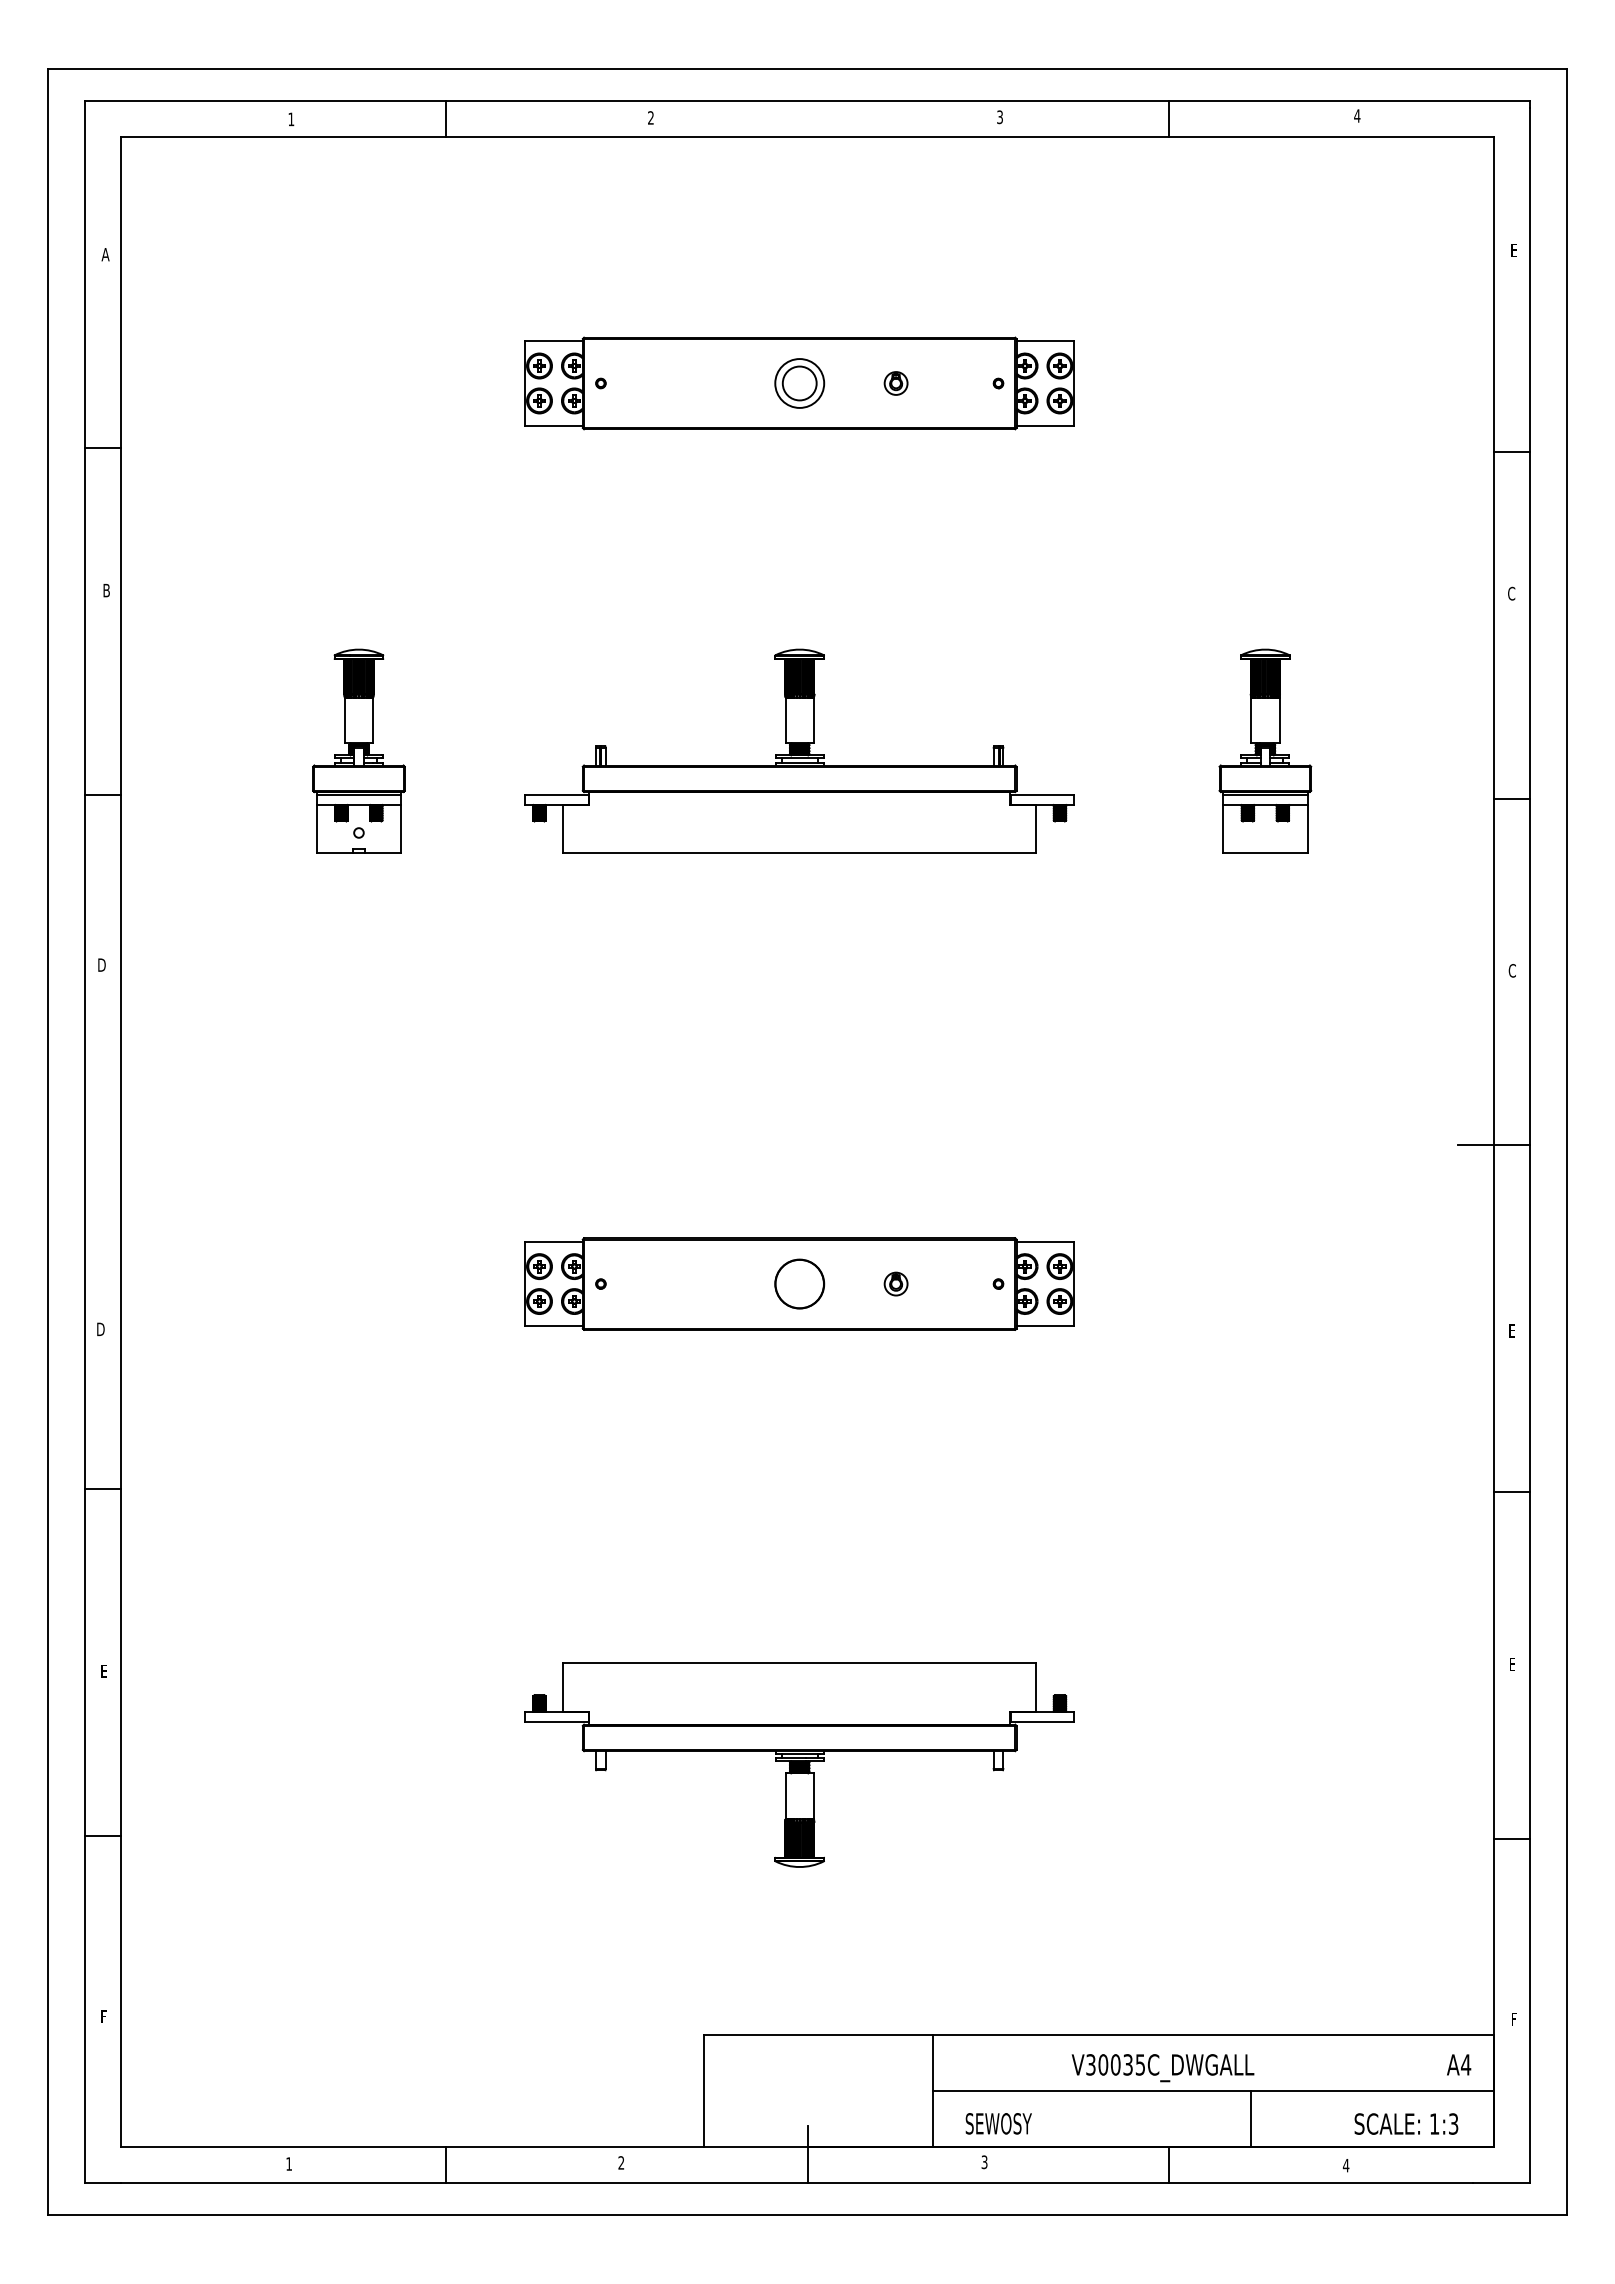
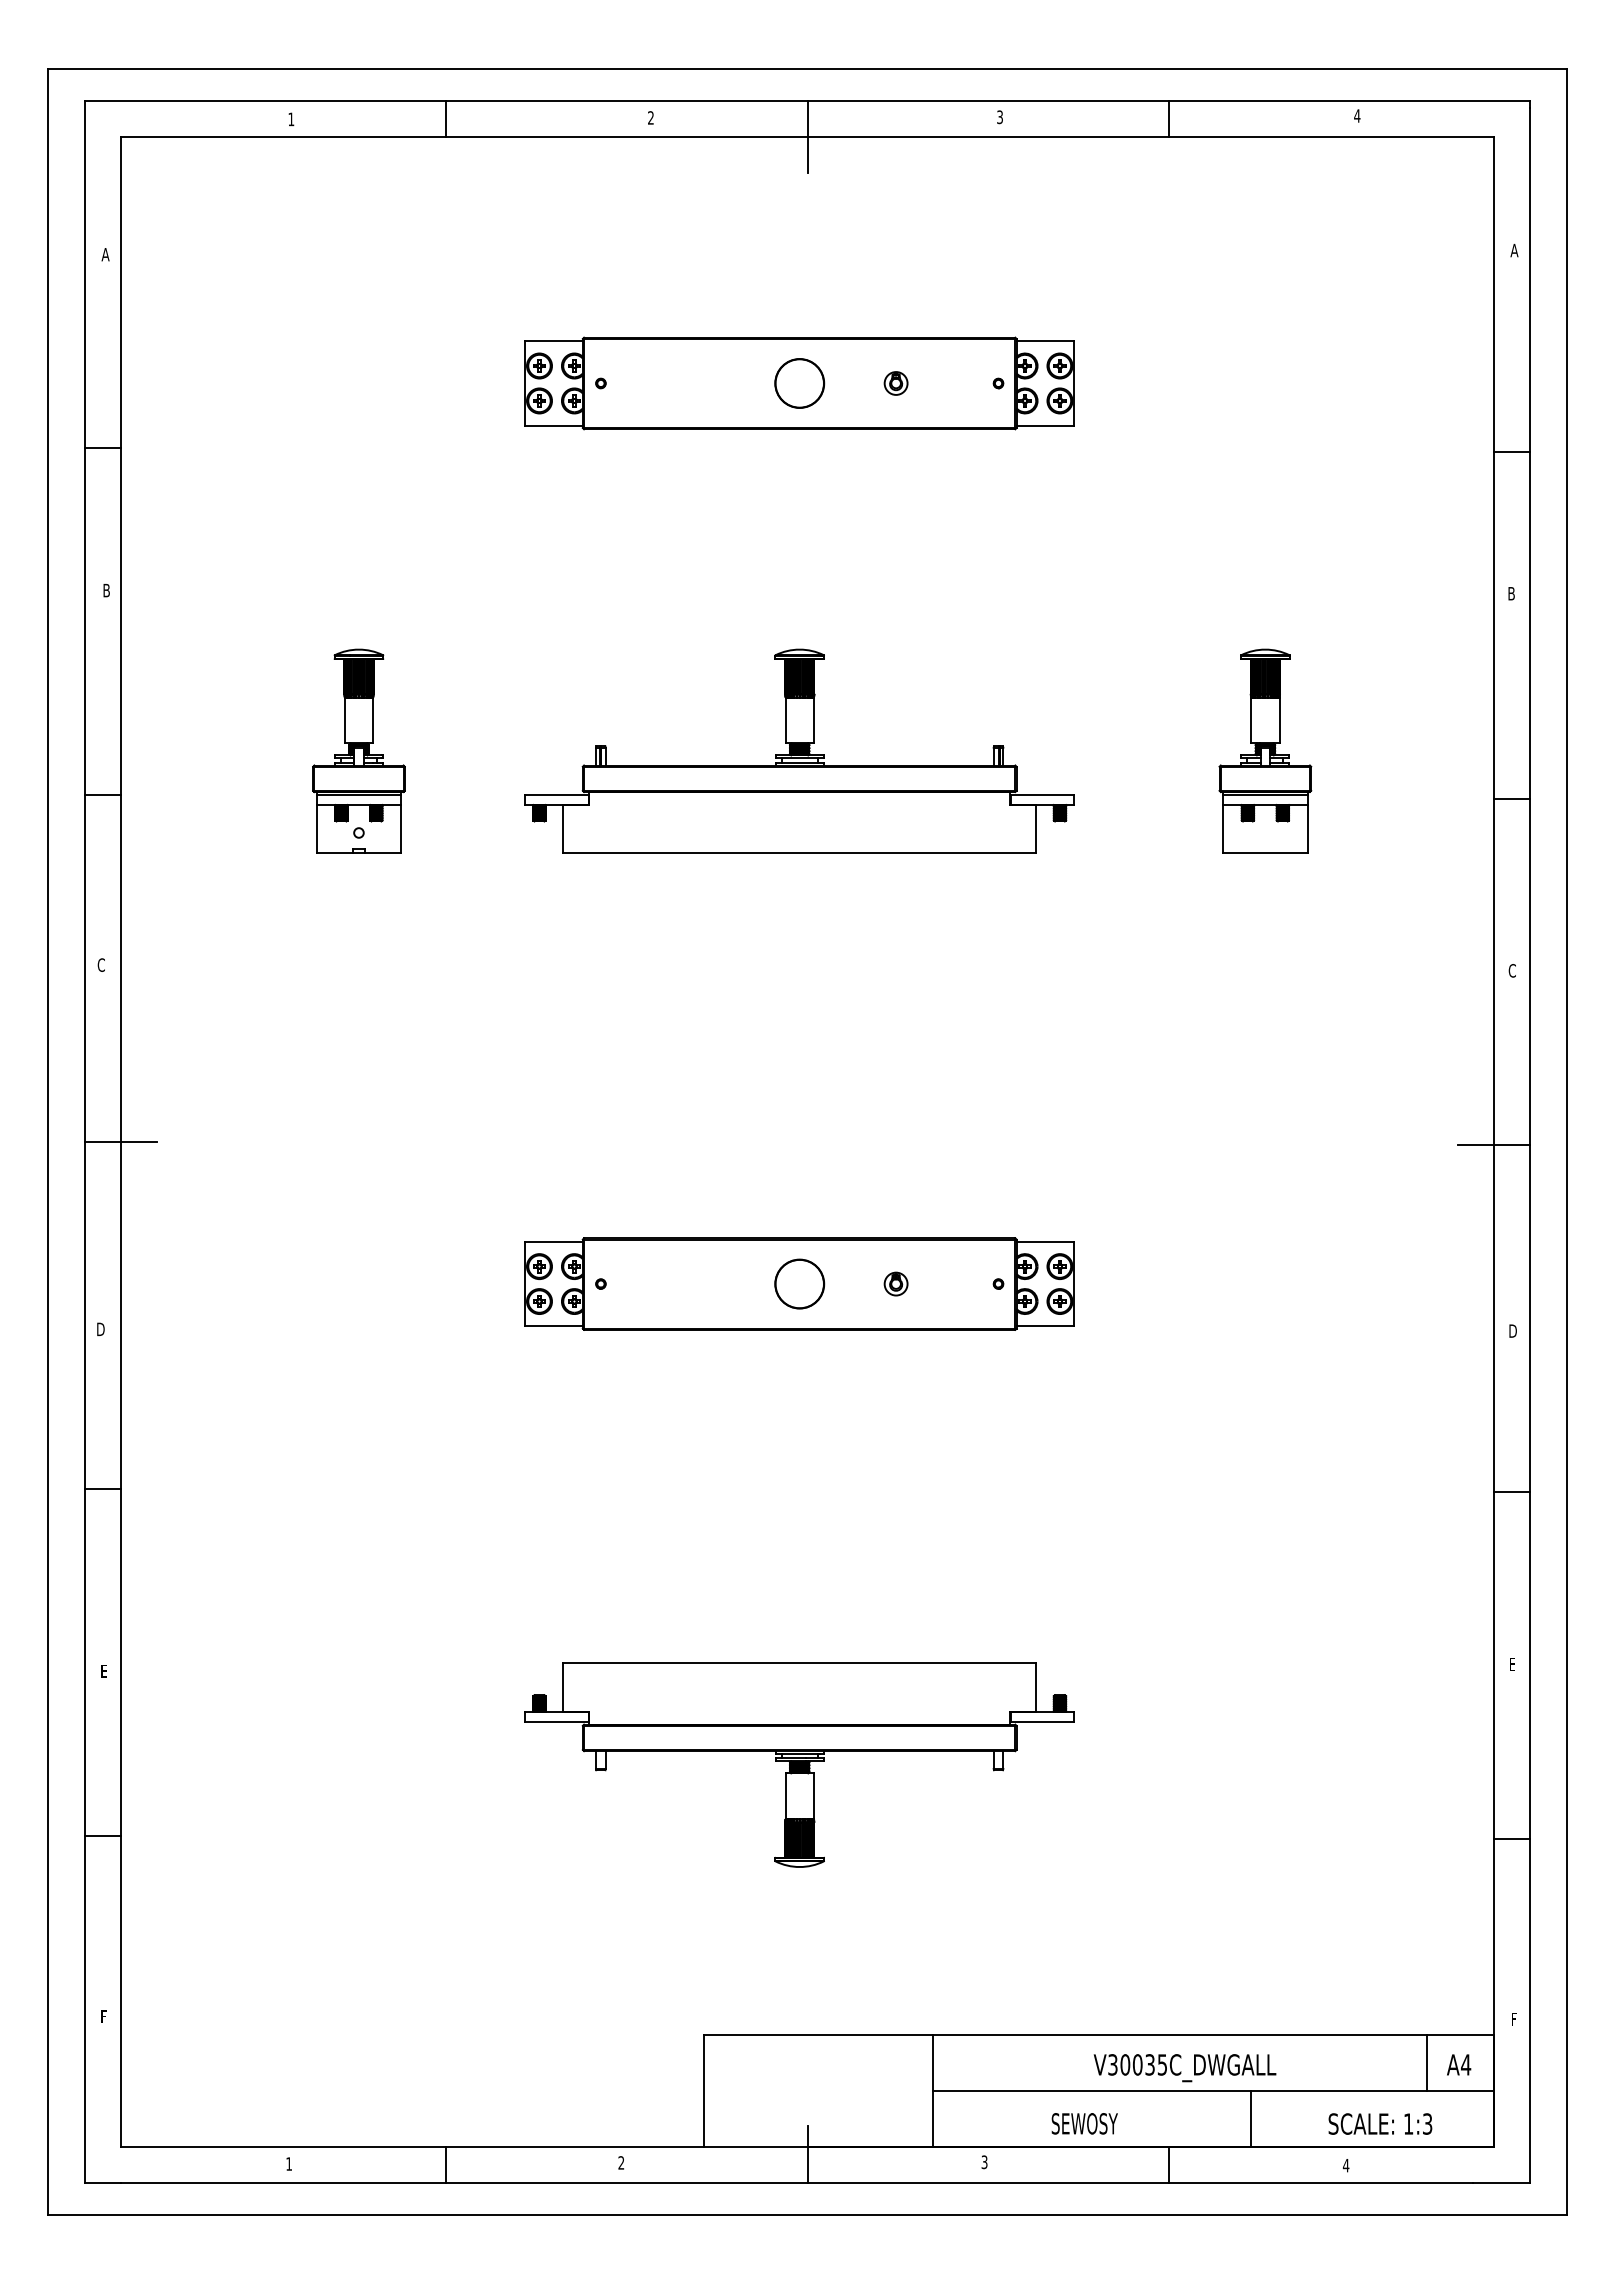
line at (807, 137): none -> present
text at (1514, 250): E -> A
circle at (799, 383) diameter: 34 px -> 48 px
text at (1511, 593): C -> B
text at (101, 964): D -> C
line at (120, 1141): none -> present
text at (1512, 1330): E -> D
line at (1426, 2063): none -> present
text at (1162, 2068) position: (1162, 2068) -> (1184, 2068)
text at (998, 2123) position: (998, 2123) -> (1084, 2123)
text at (1406, 2123) position: (1406, 2123) -> (1380, 2123)
